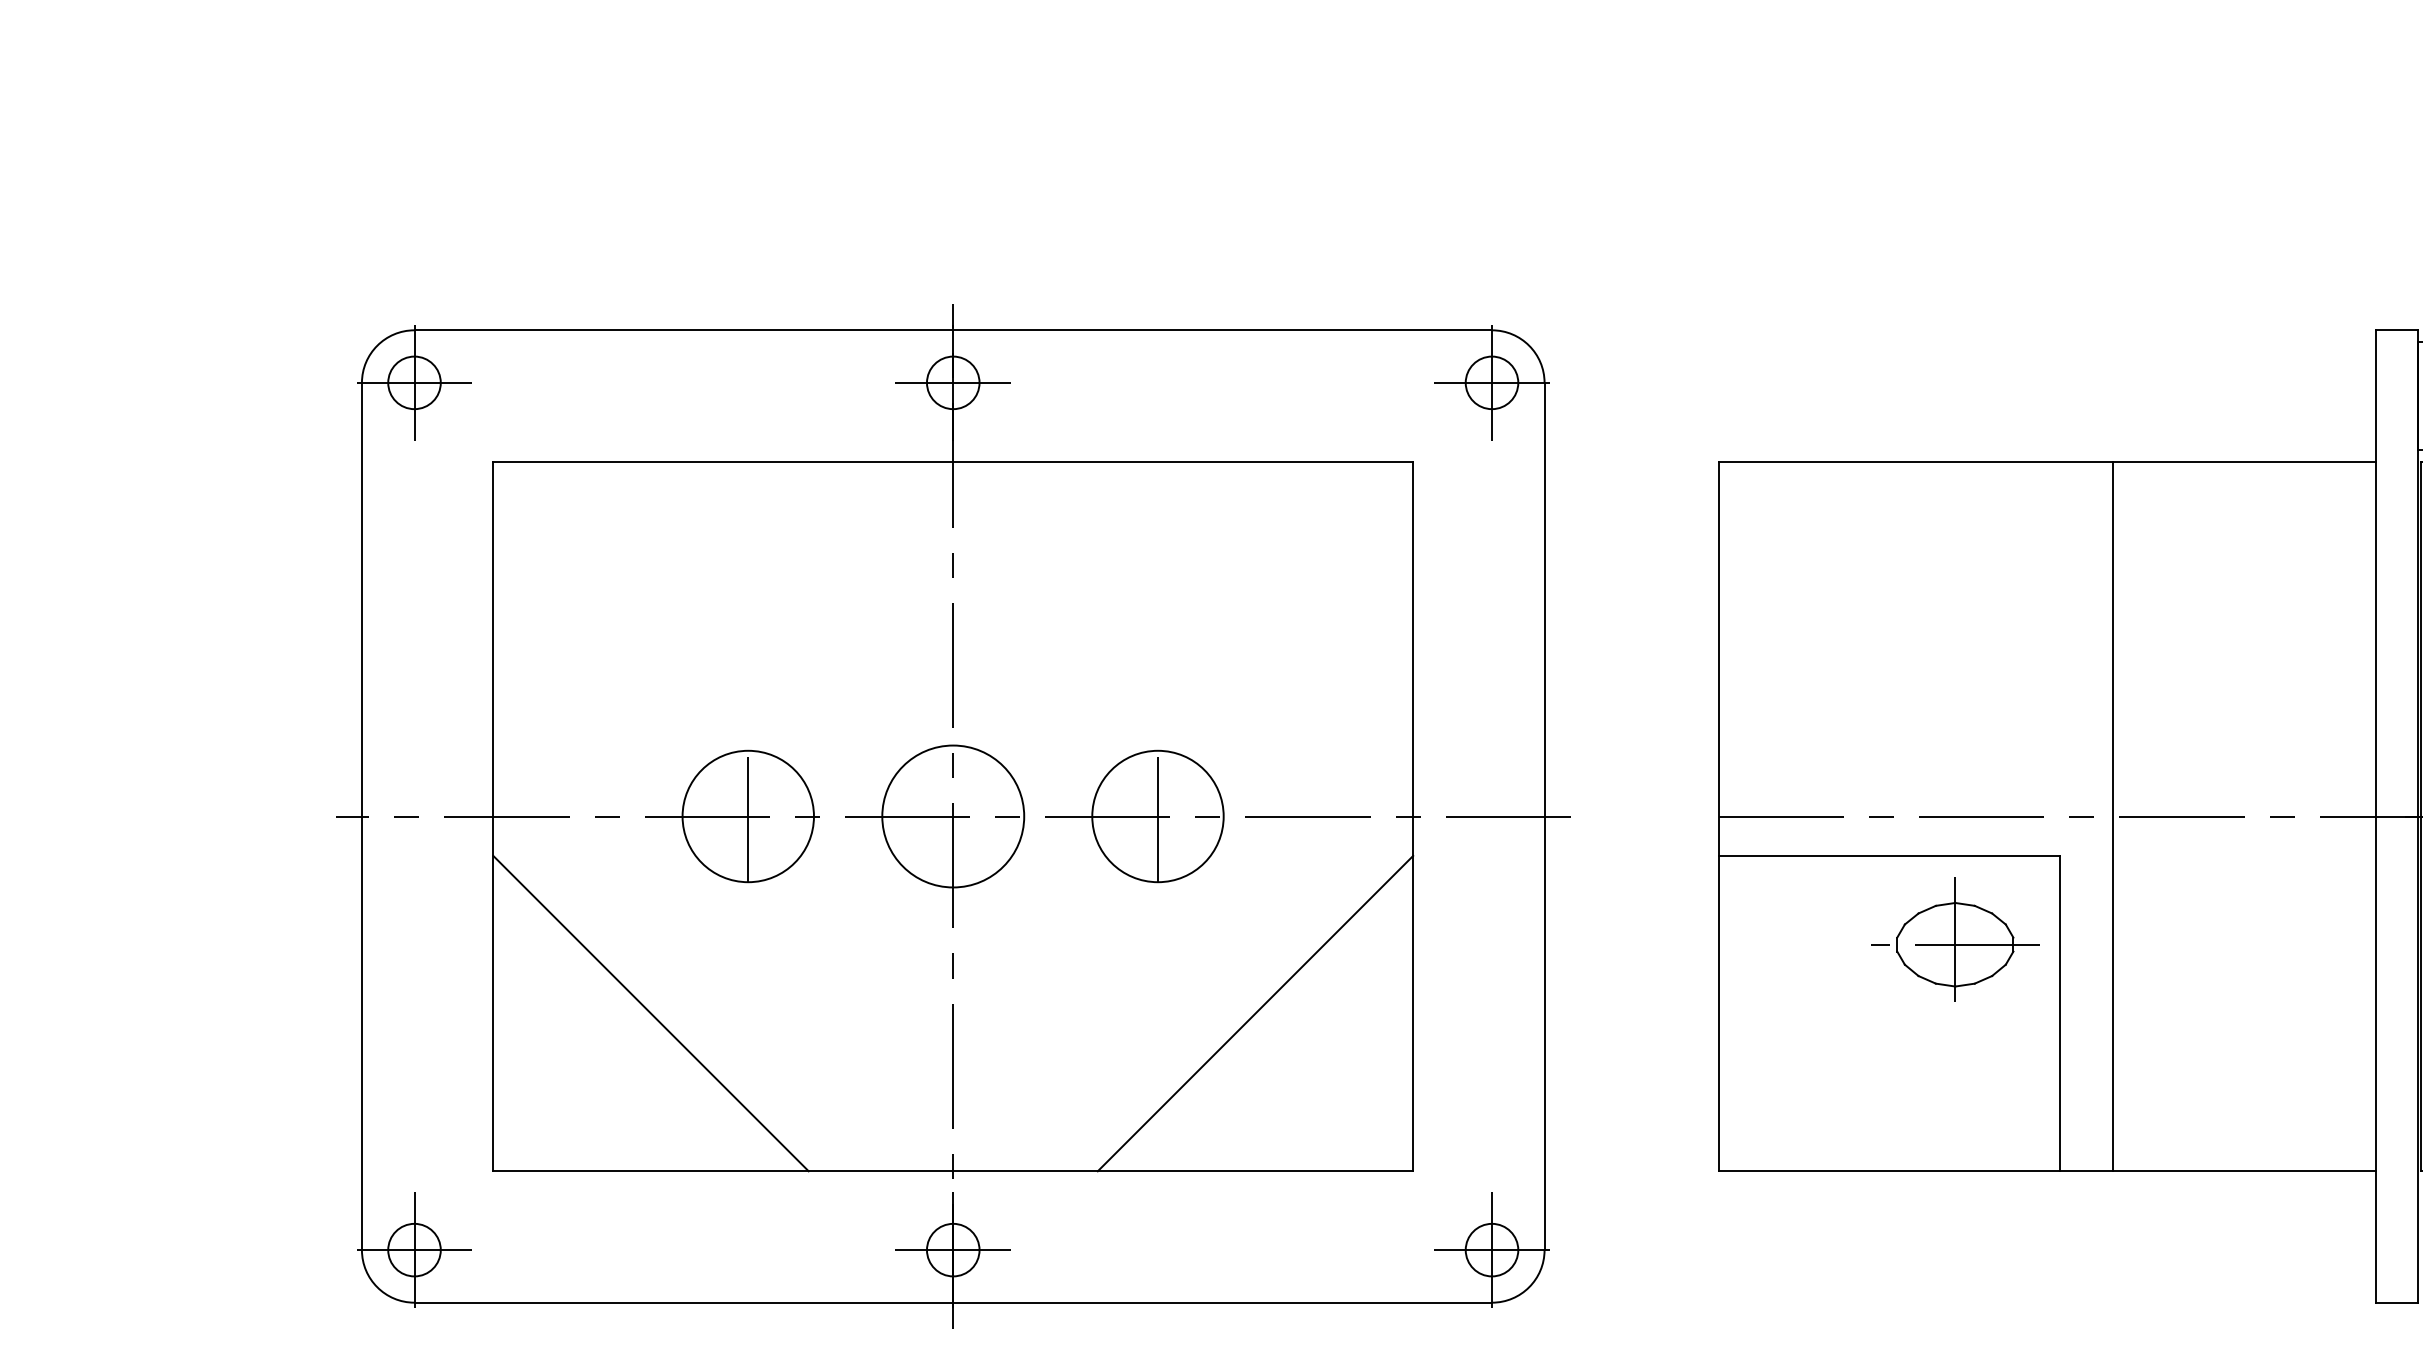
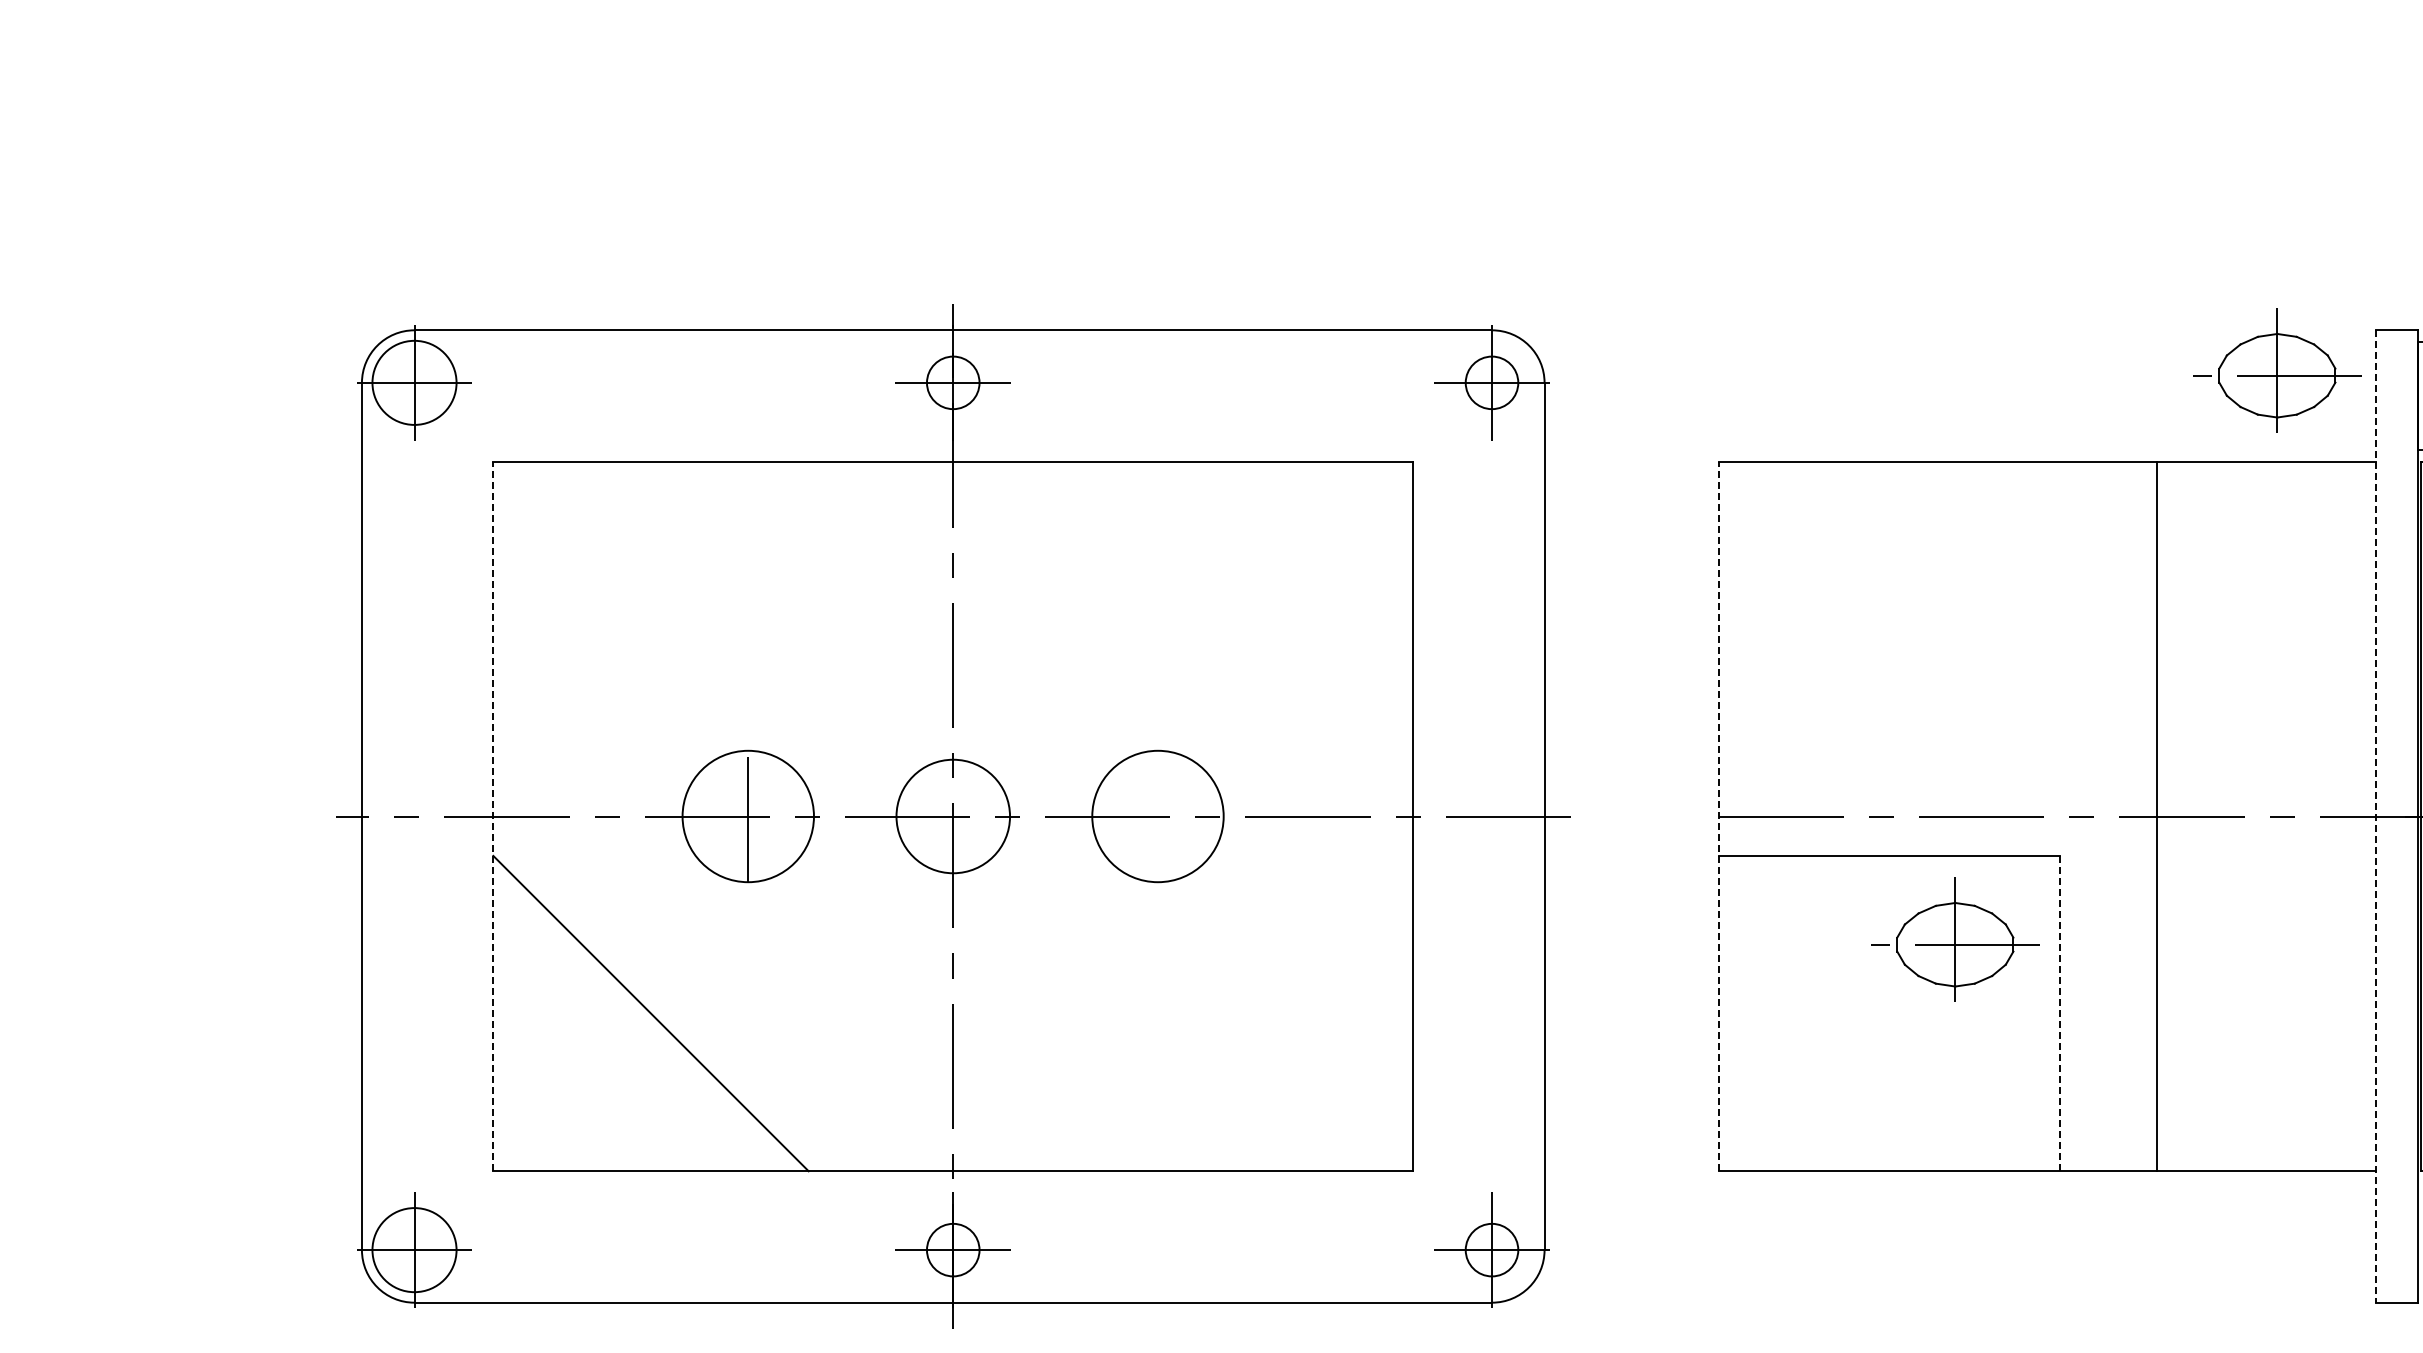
part at (2277, 370): none -> present
circle at (414, 382) diameter: 53 px -> 84 px
line at (493, 816): solid -> dashed
circle at (953, 816) diameter: 142 px -> 114 px
line at (1157, 816): present -> none
line at (1718, 816): solid -> dashed
line at (2113, 816) position: (2113, 816) -> (2157, 816)
line at (2375, 817): solid -> dashed
line at (1255, 1013): present -> none
line at (2060, 1013): solid -> dashed
circle at (414, 1249) diameter: 53 px -> 84 px
